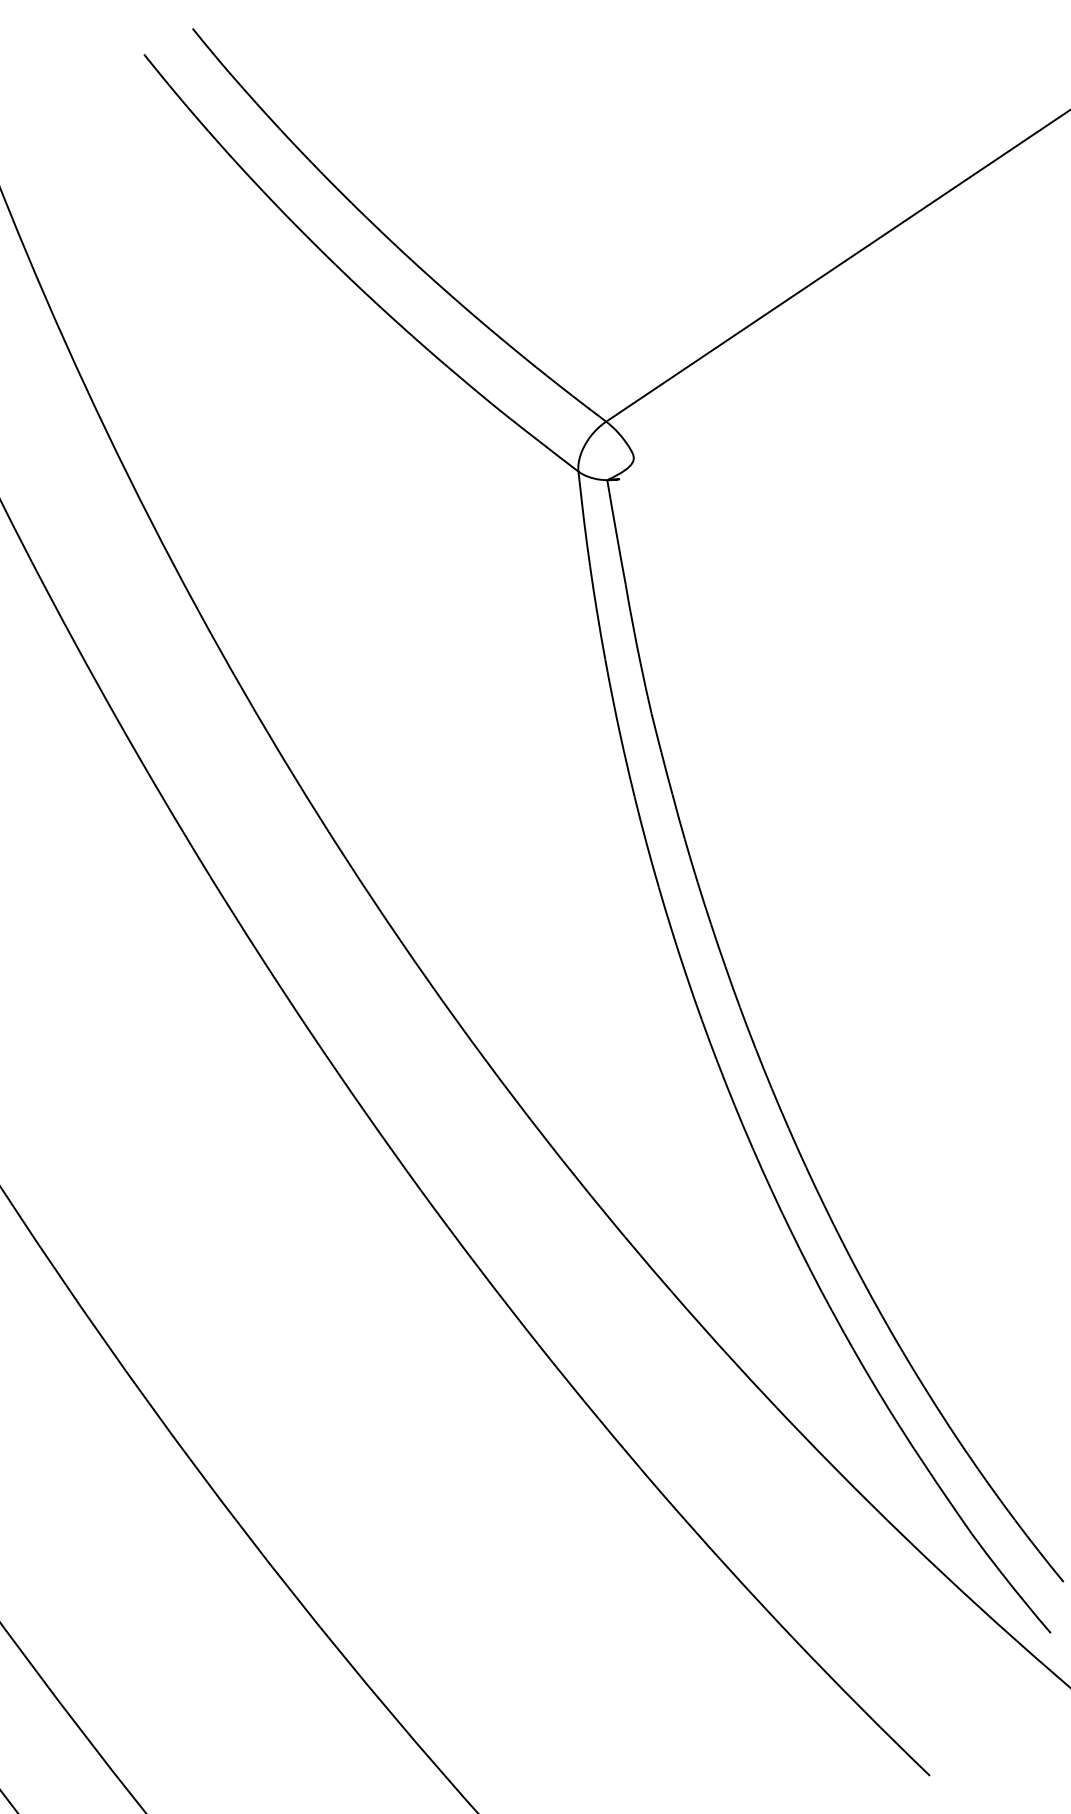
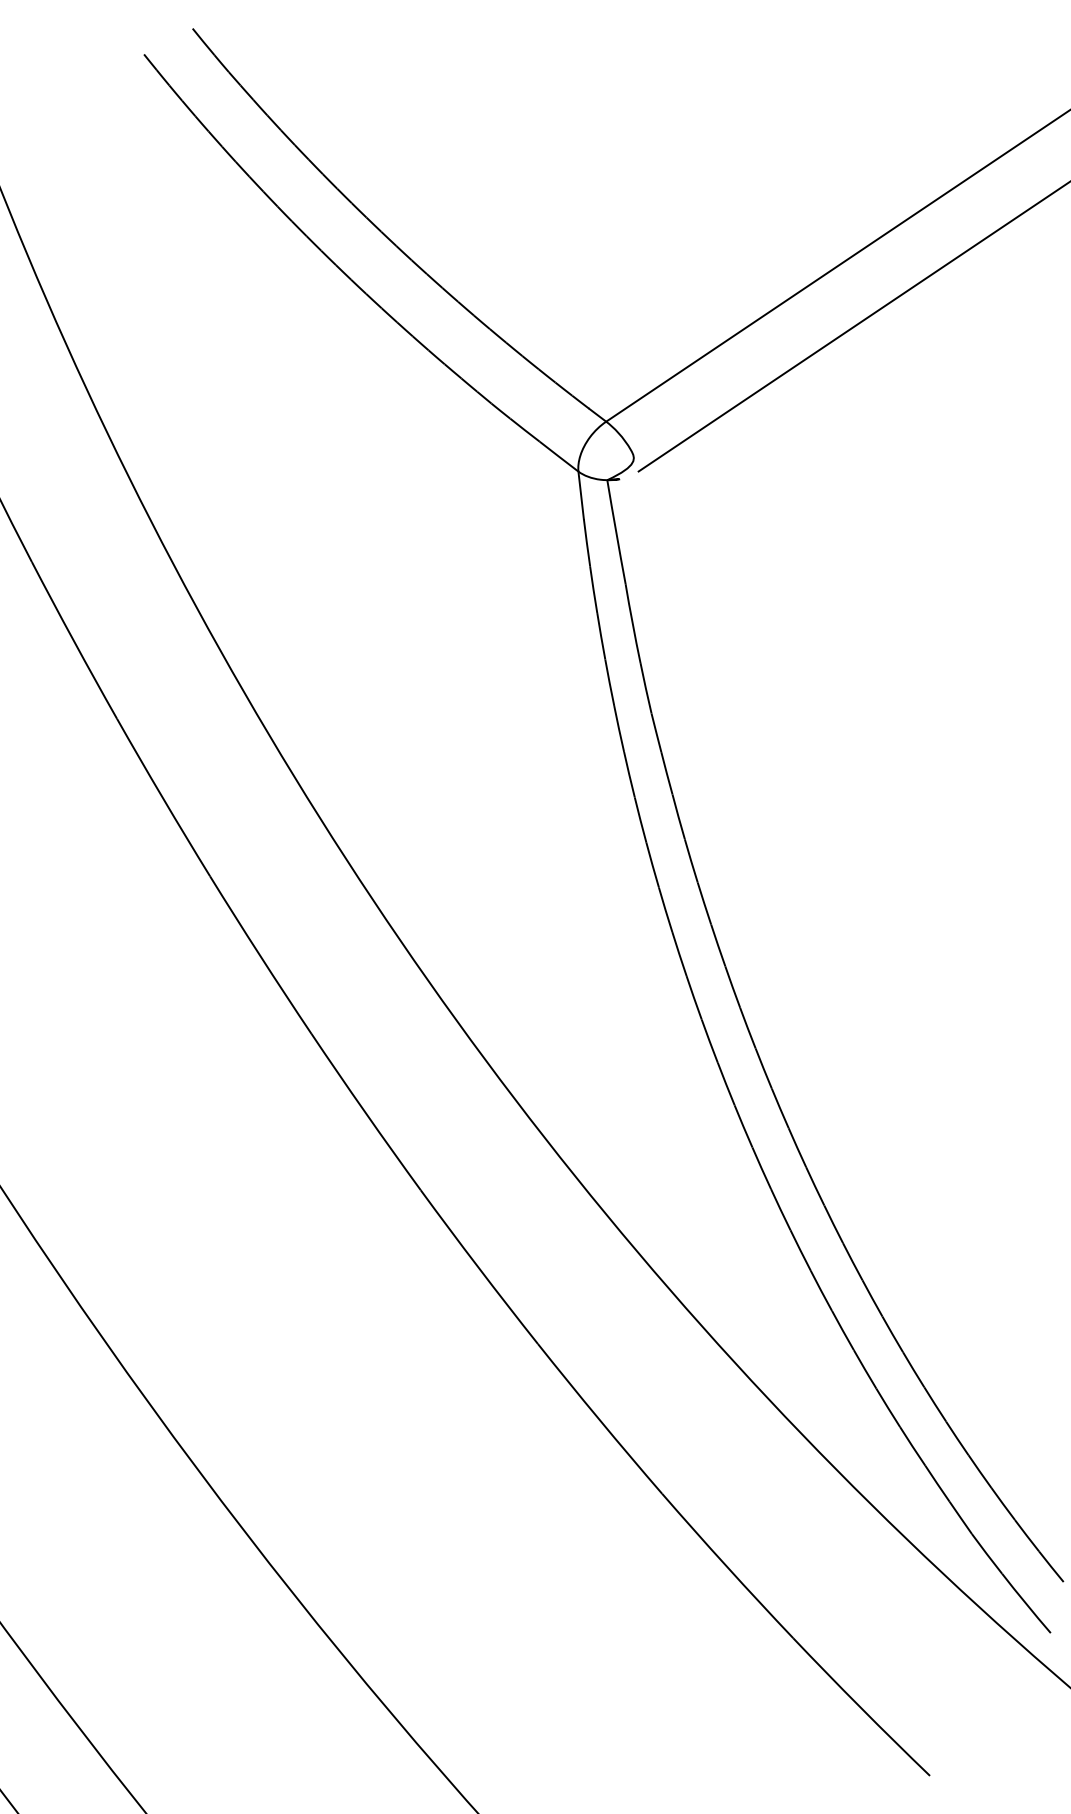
line at (852, 327): none -> present
